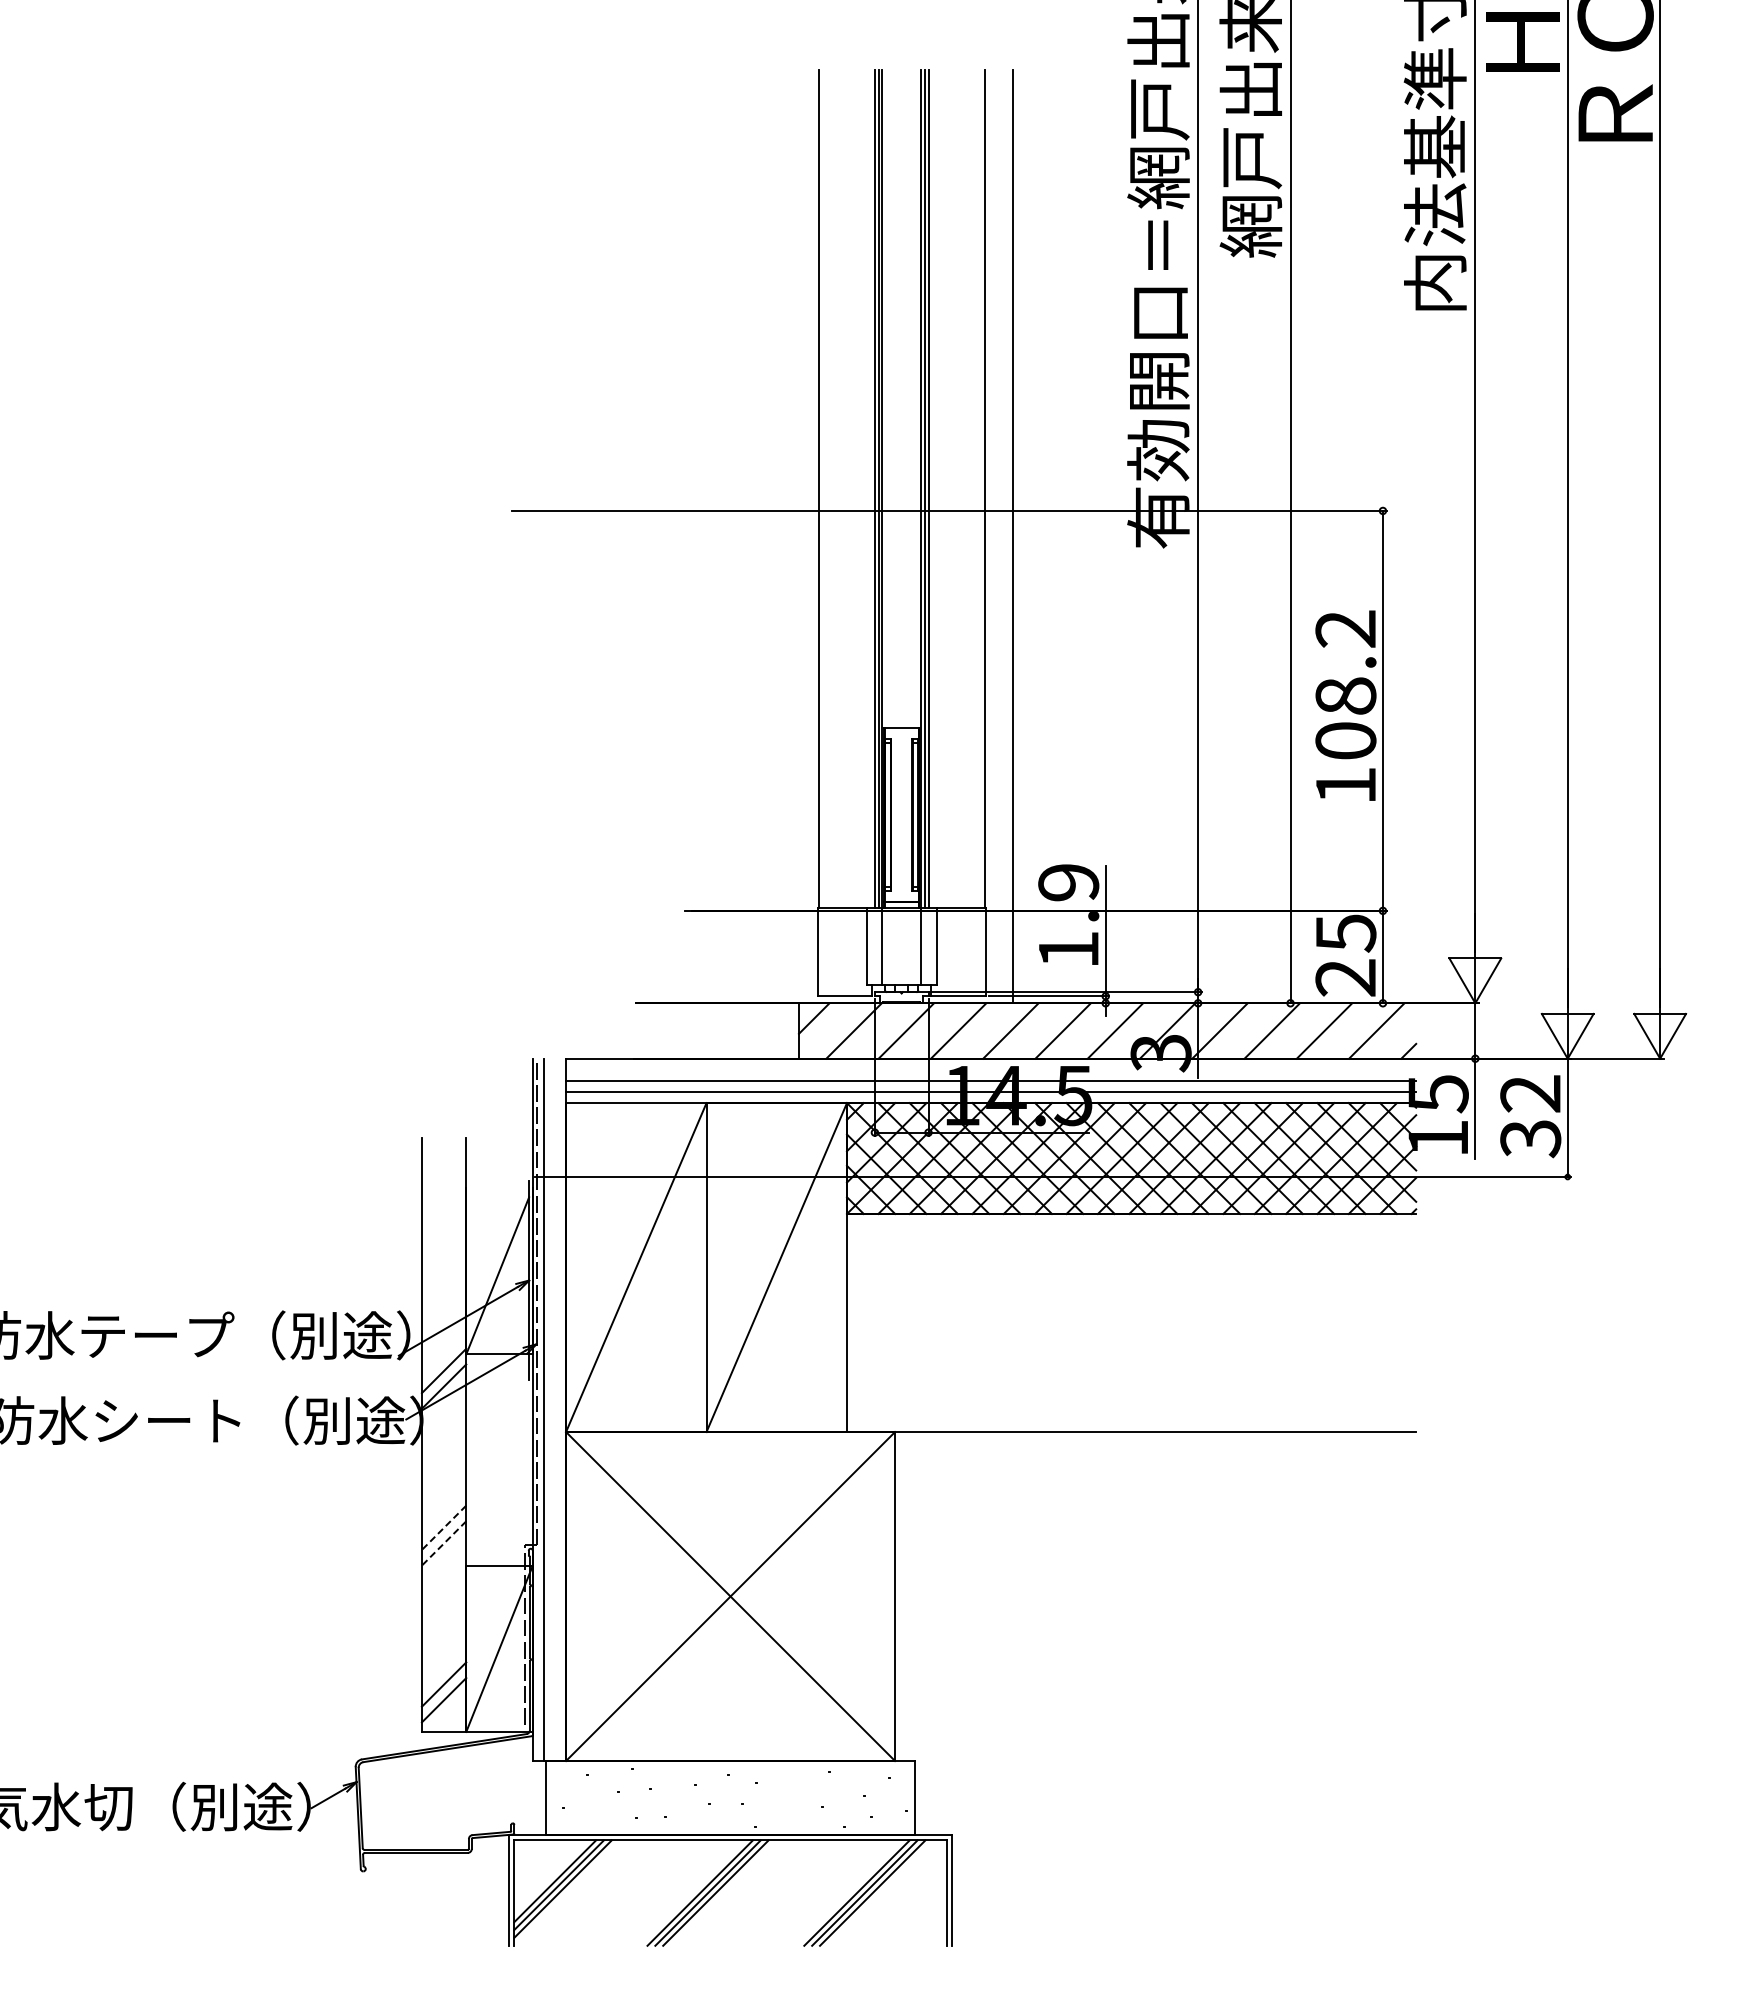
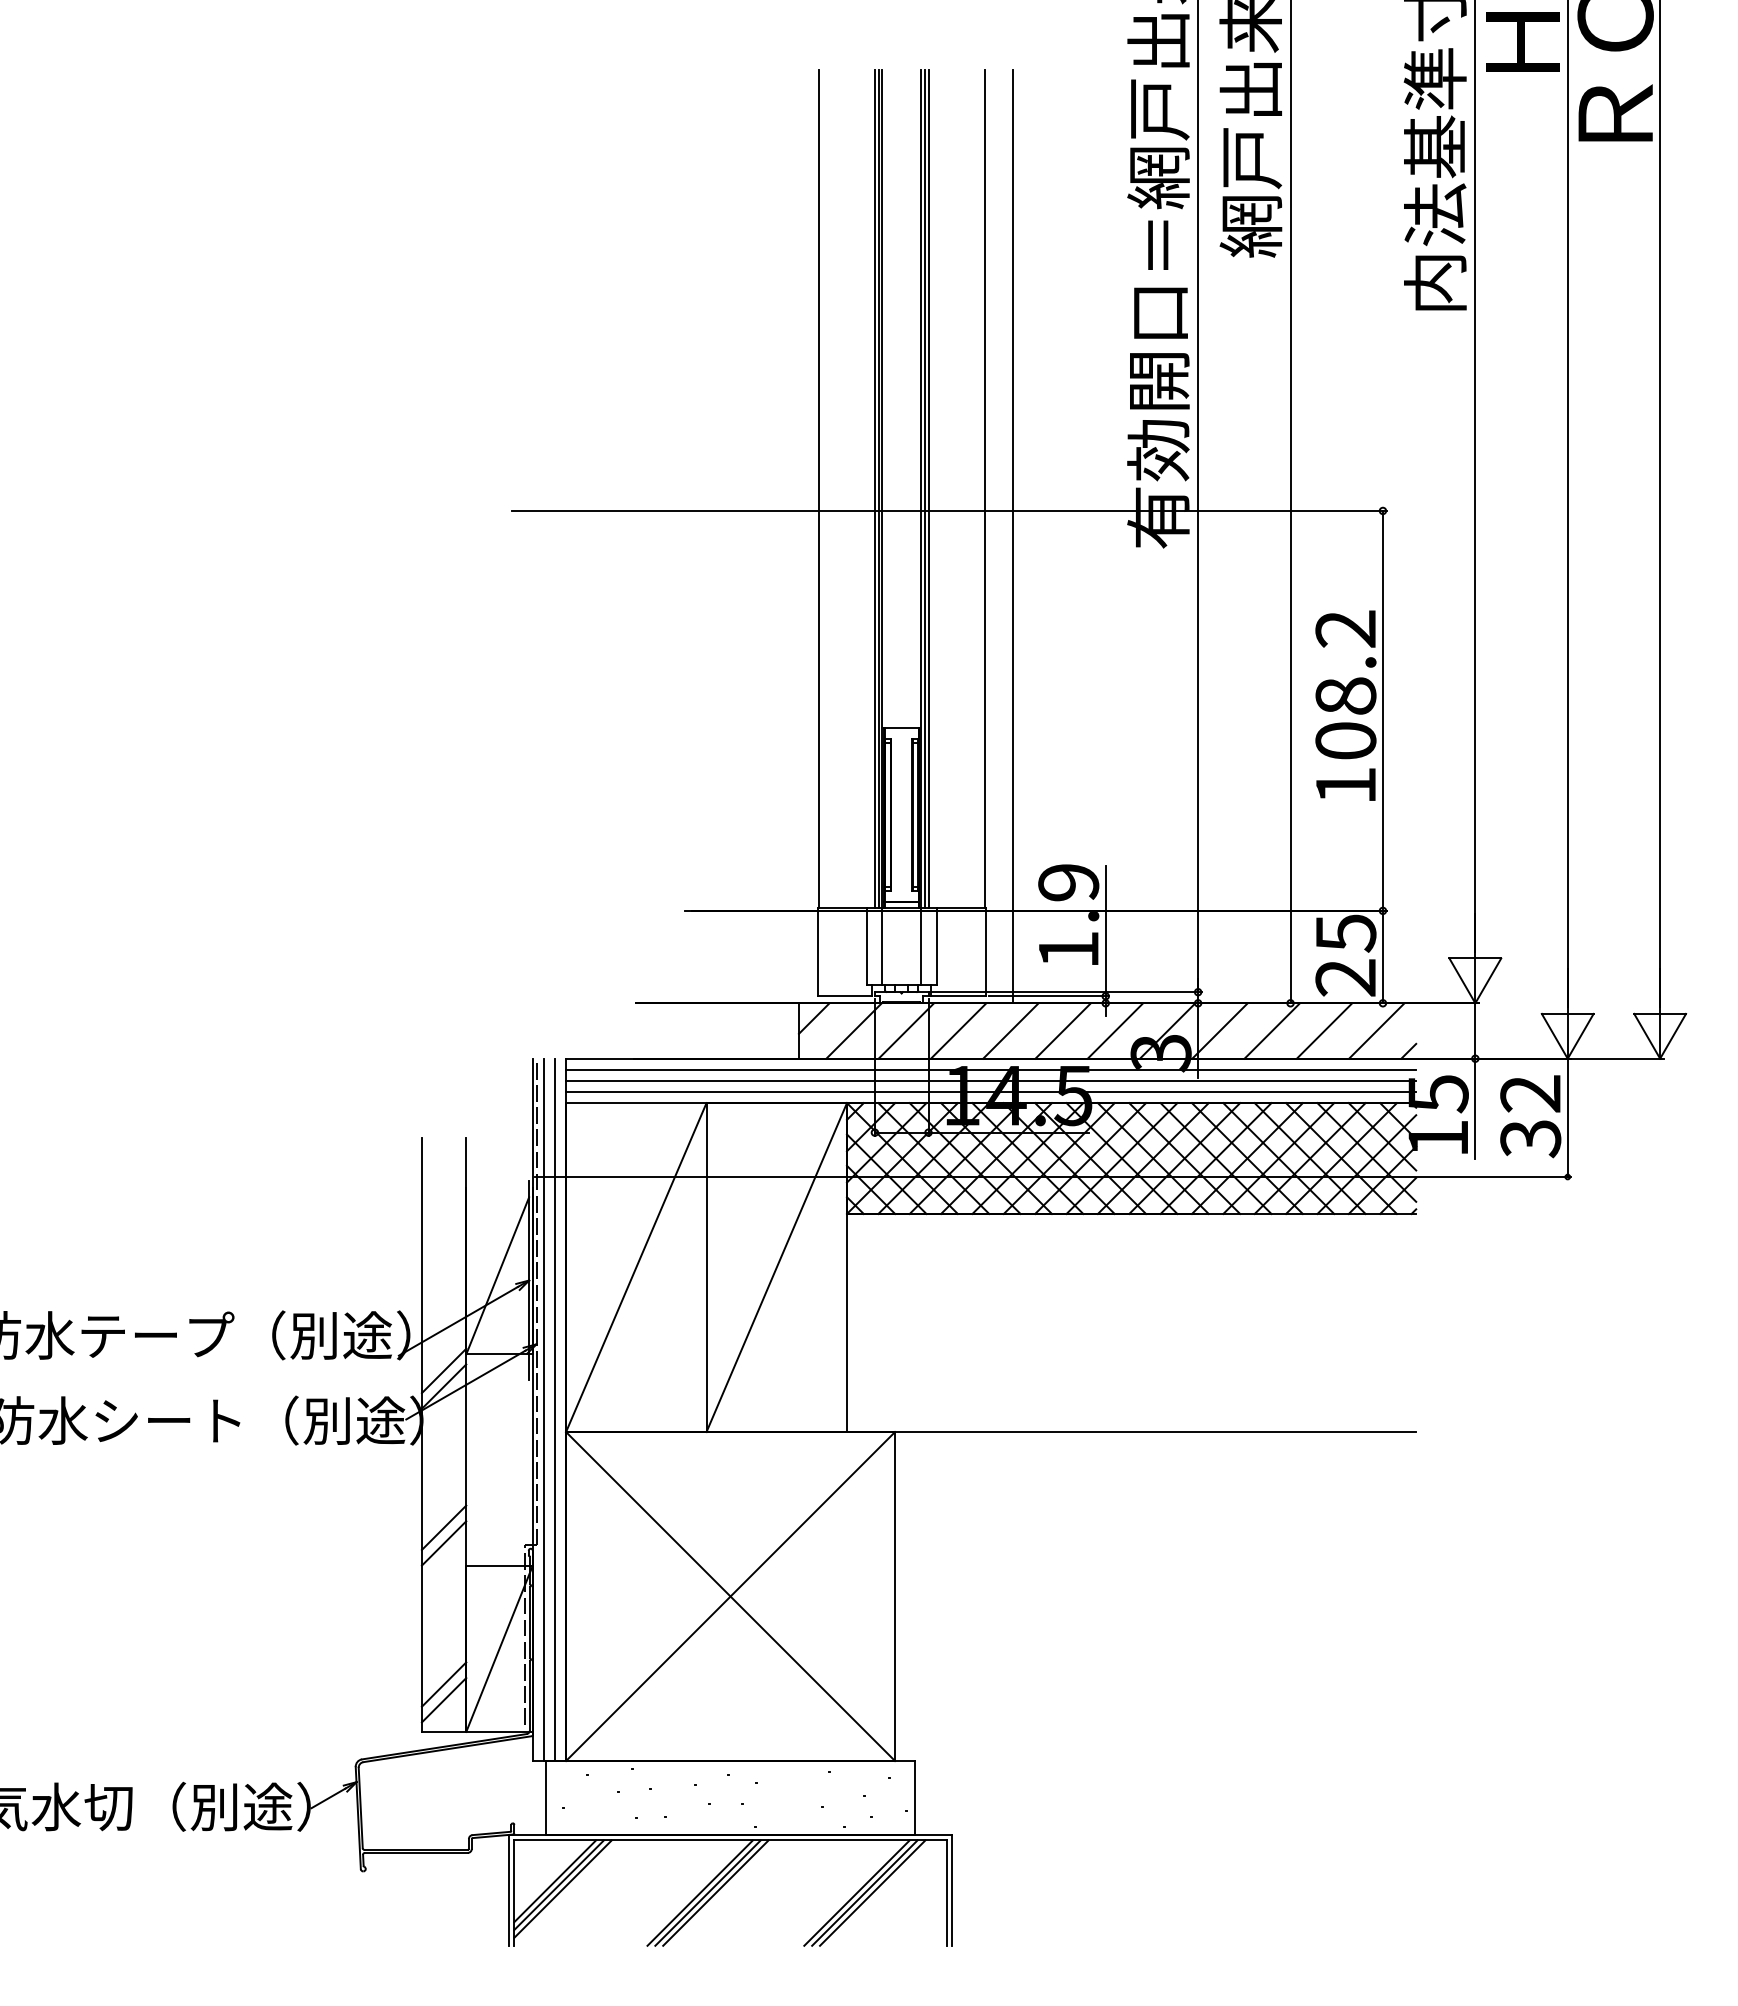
line at (991, 1069): none -> present
line at (555, 1409): none -> present
line at (443, 1528): dashed -> solid
line at (443, 1543): dashed -> solid
